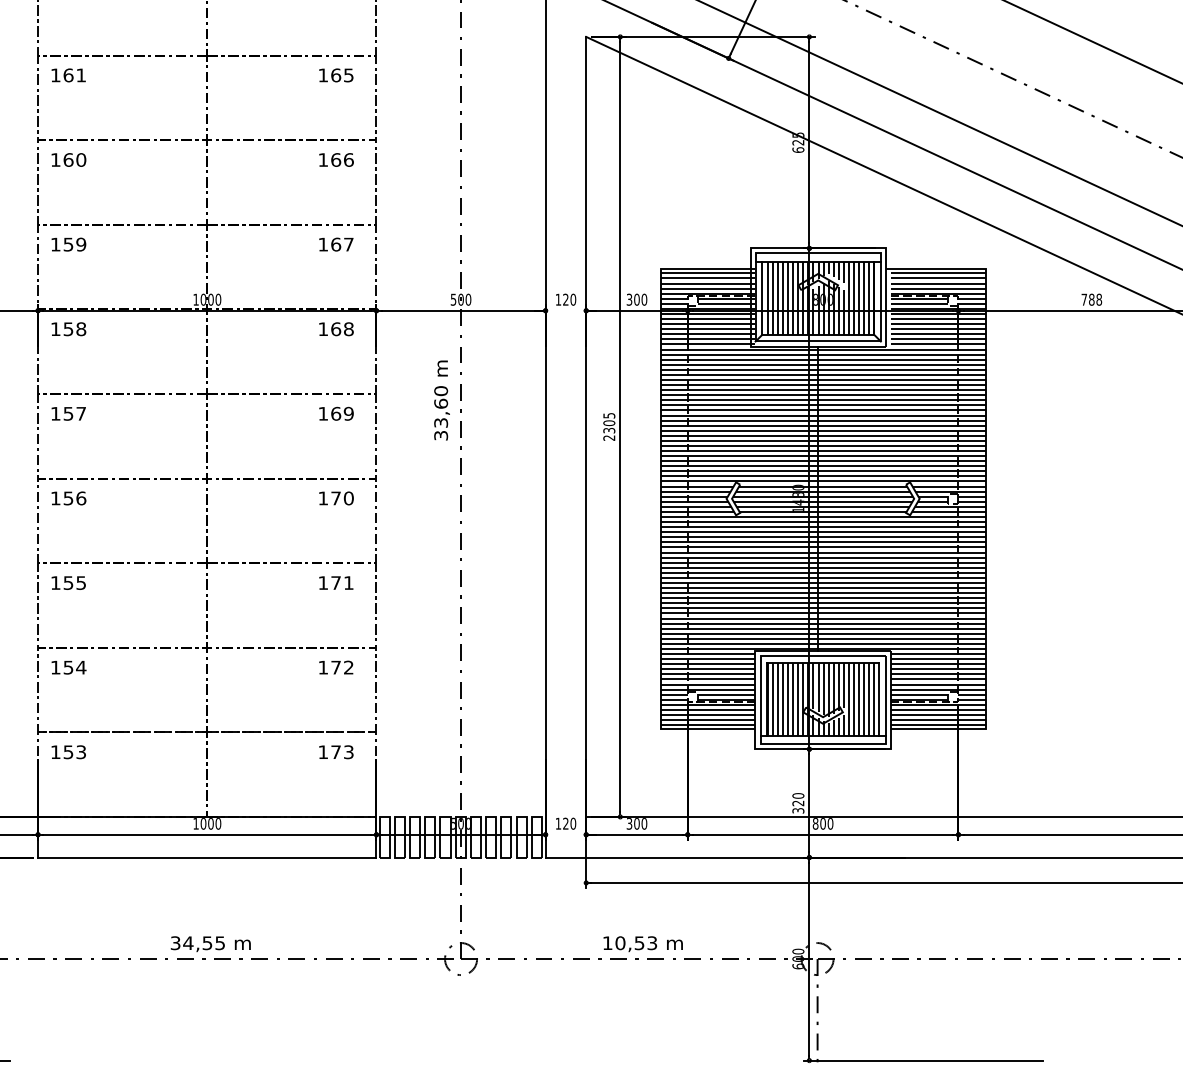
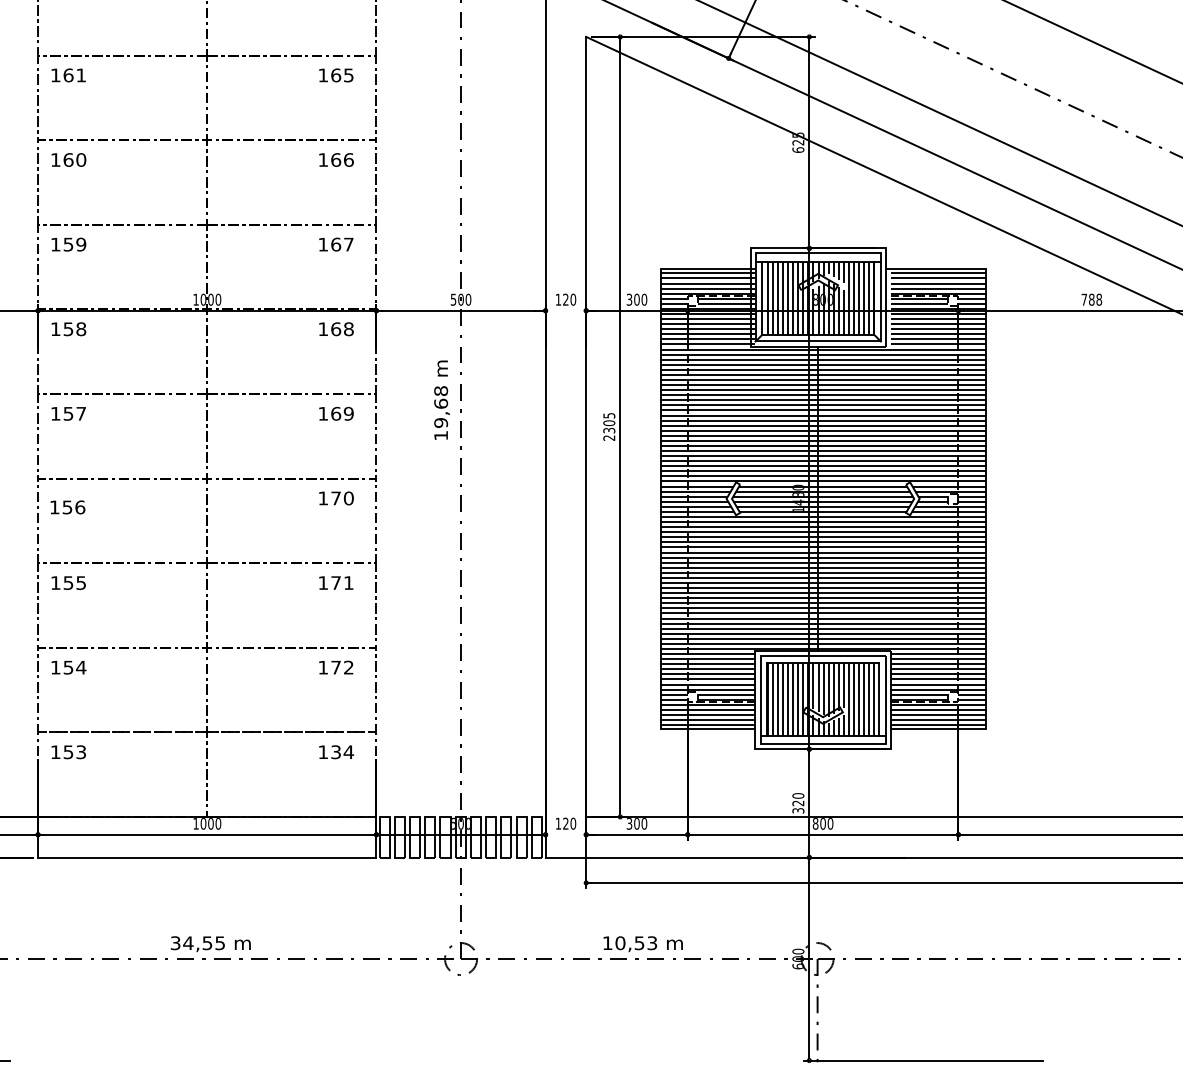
text at (441, 413): 33,60 -> 19,68
text at (68, 498) position: (68, 498) -> (67, 507)
text at (342, 752): 173 -> 134
